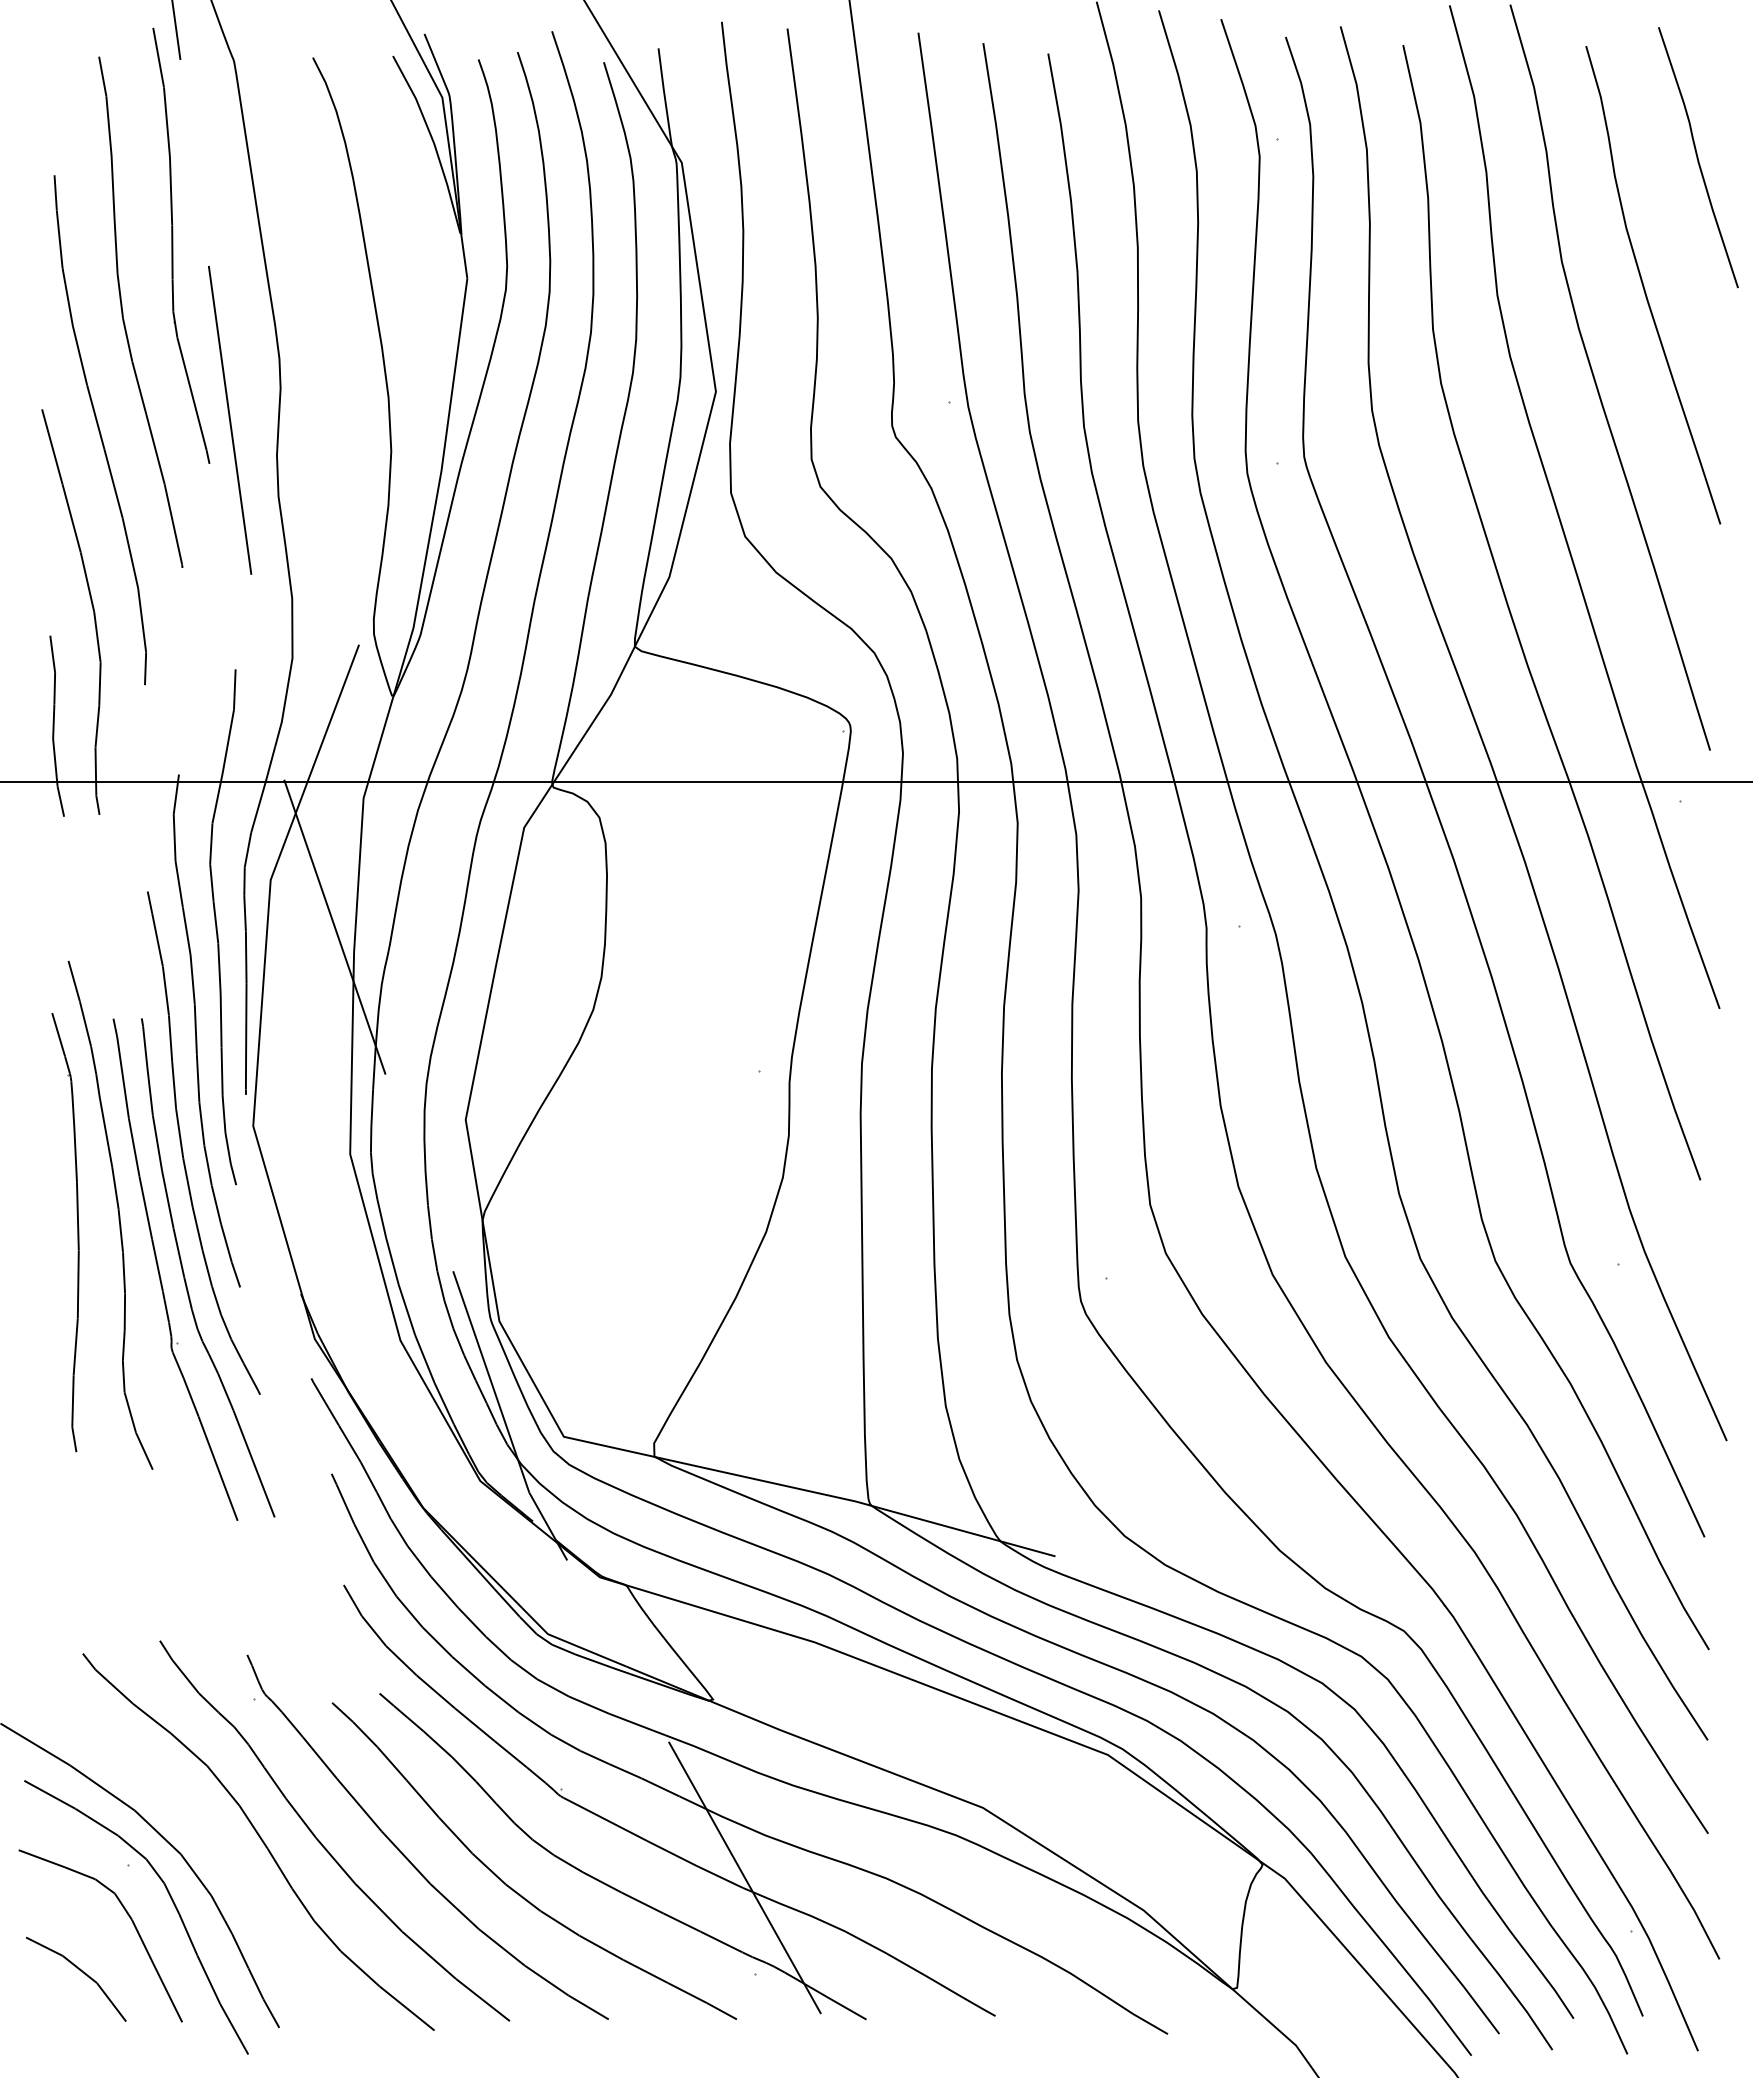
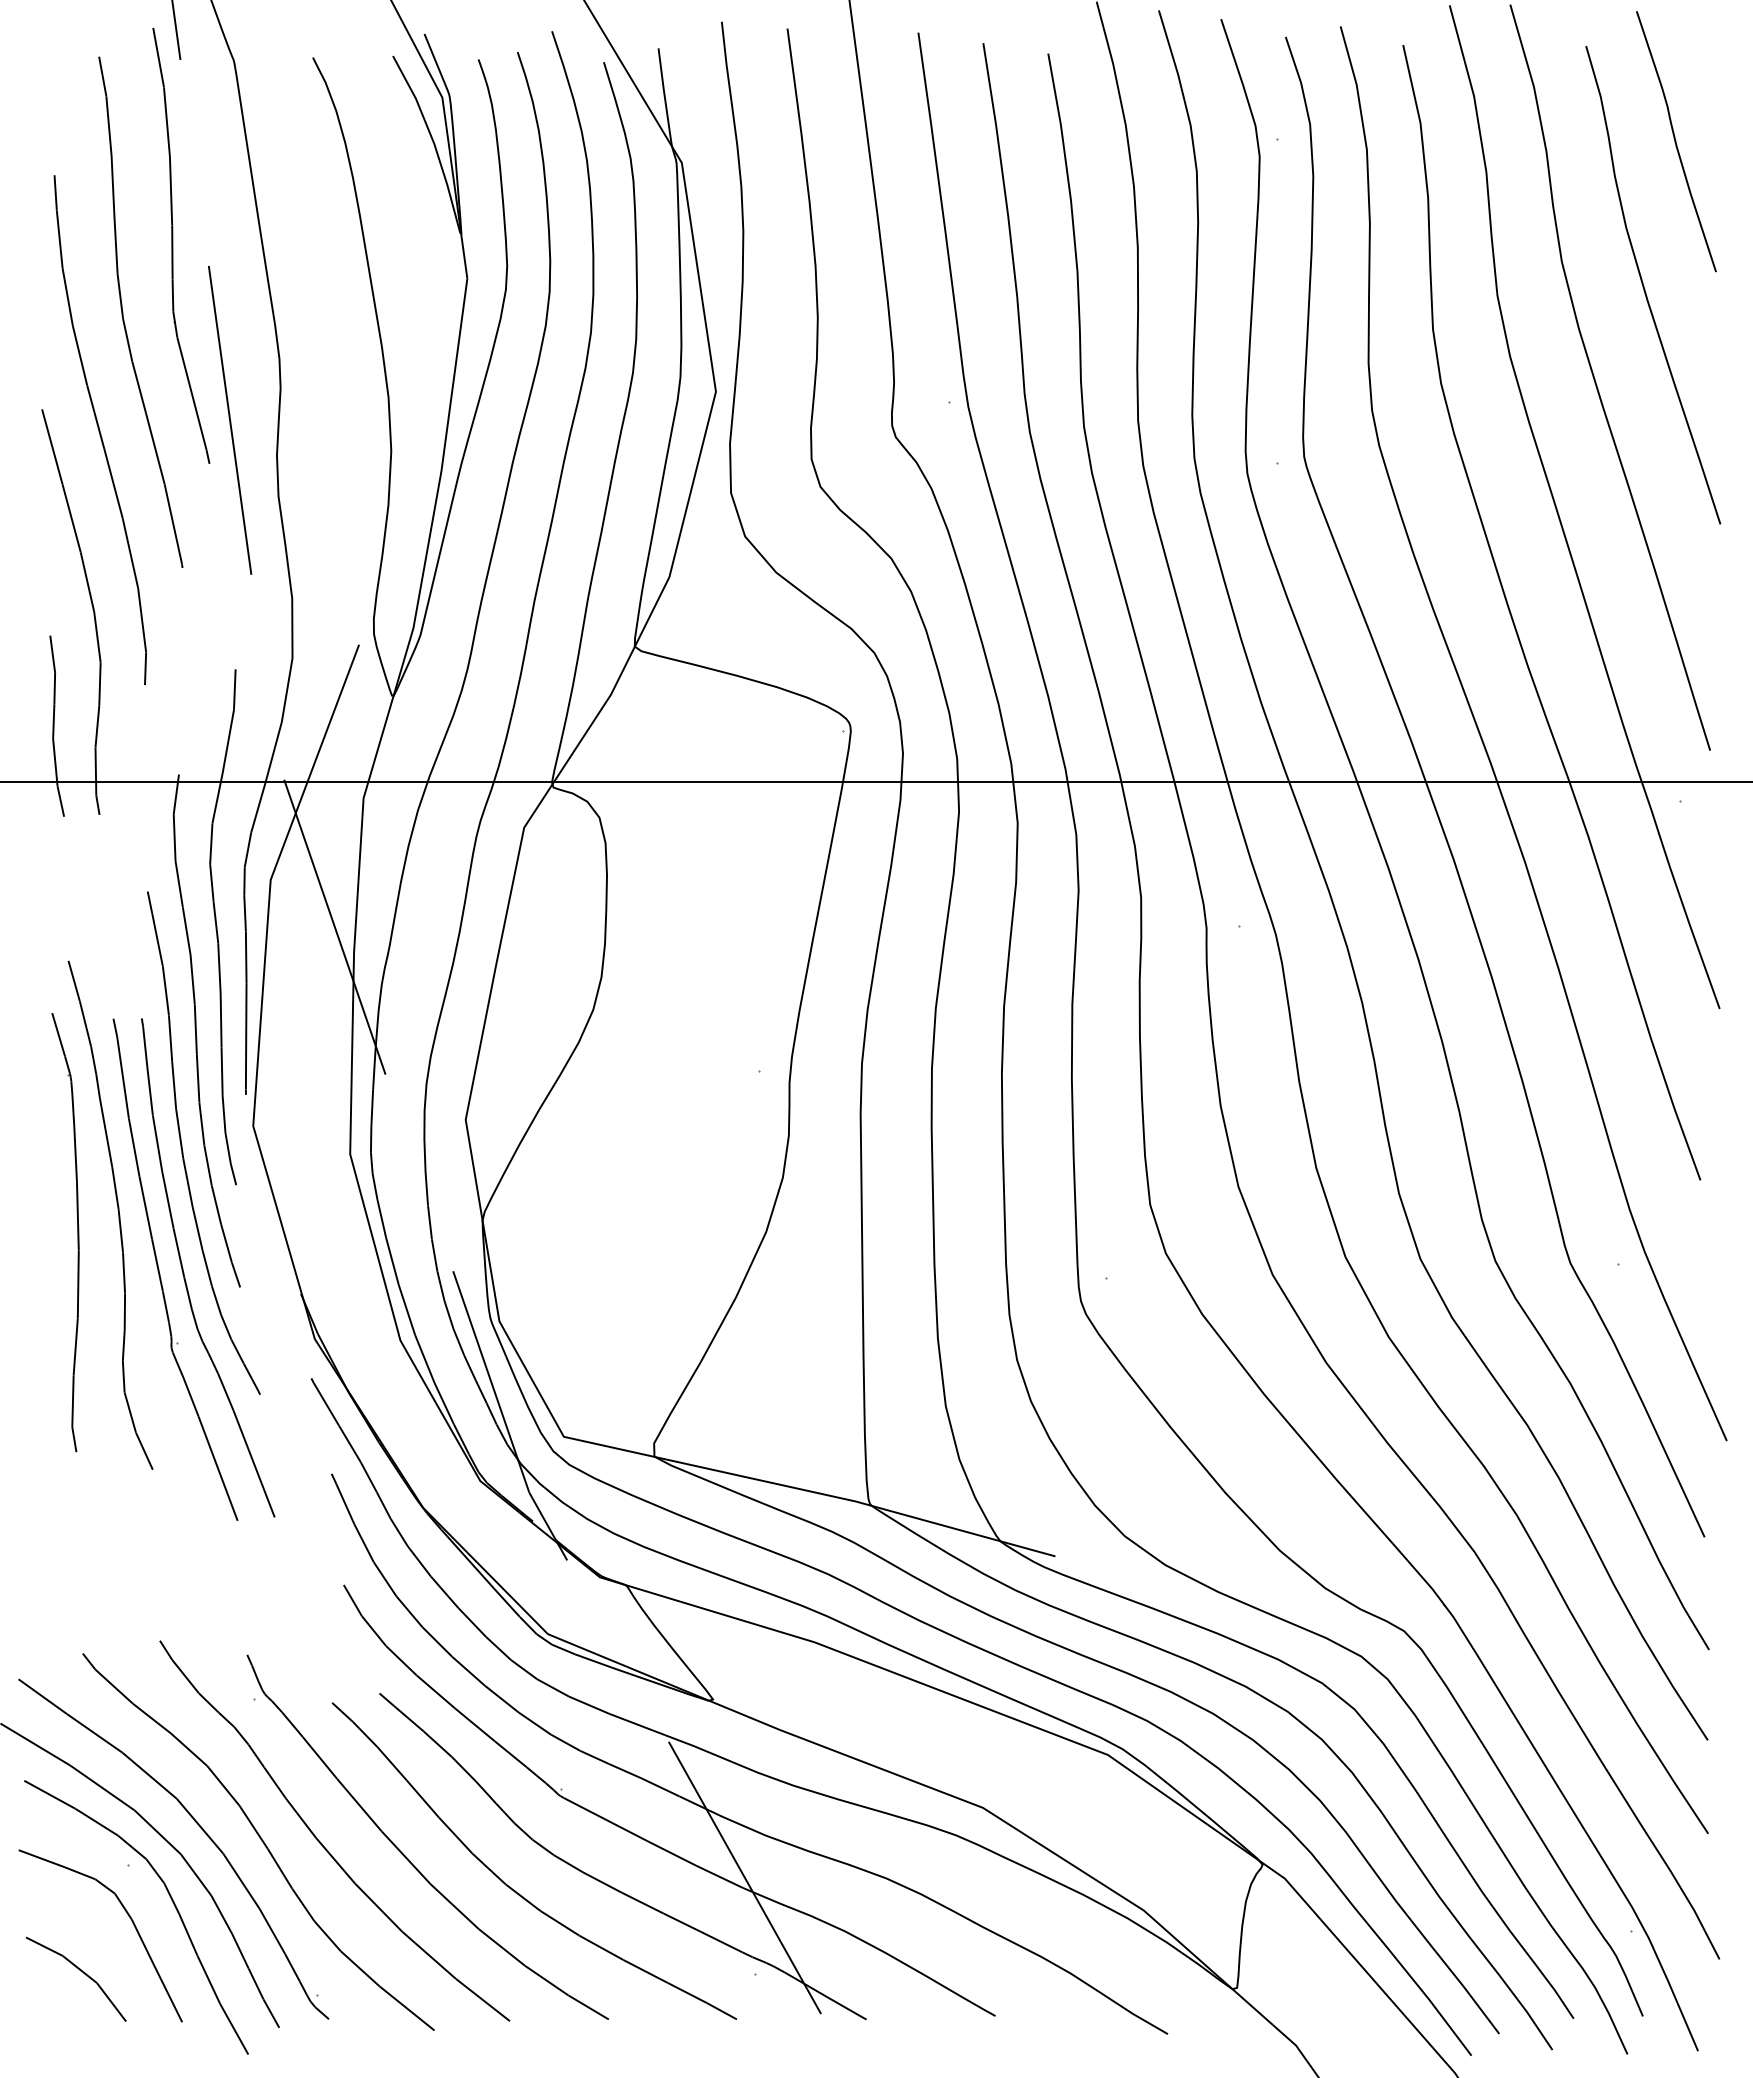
curve at (1698, 157) position: (1698, 157) -> (1676, 141)
part at (199, 1827): none -> present
